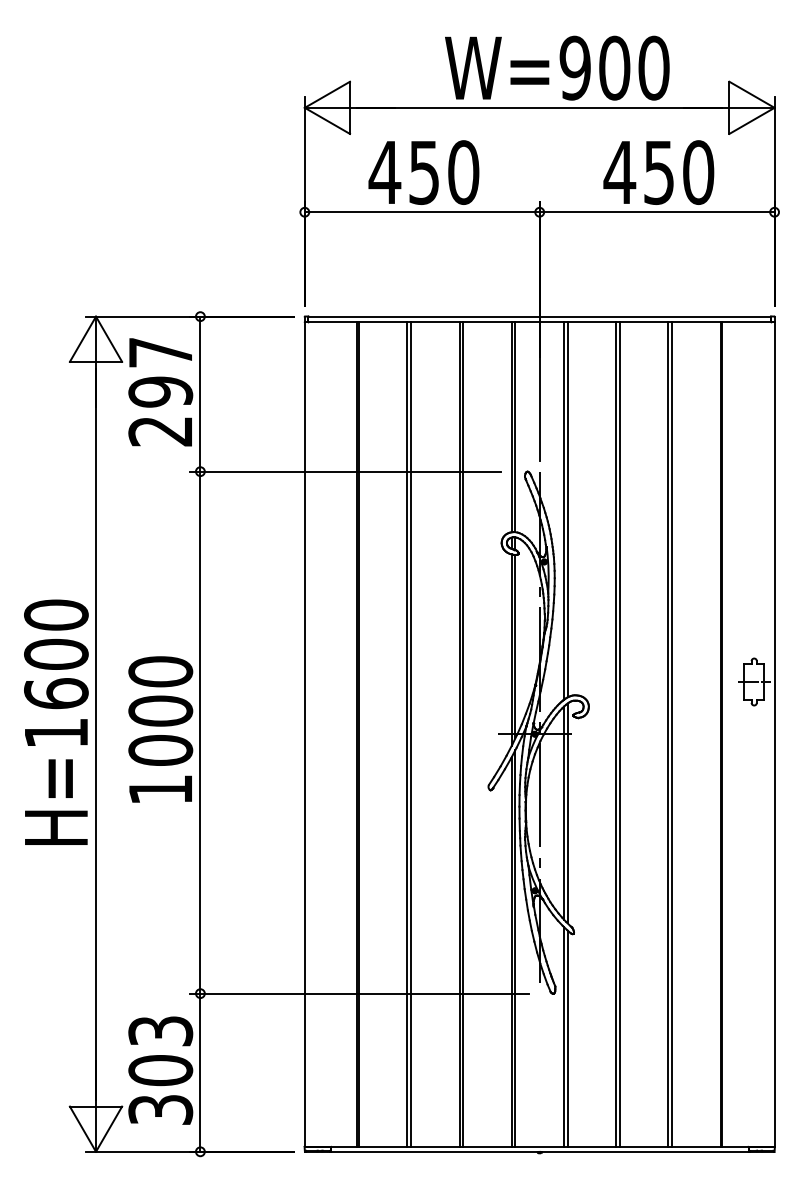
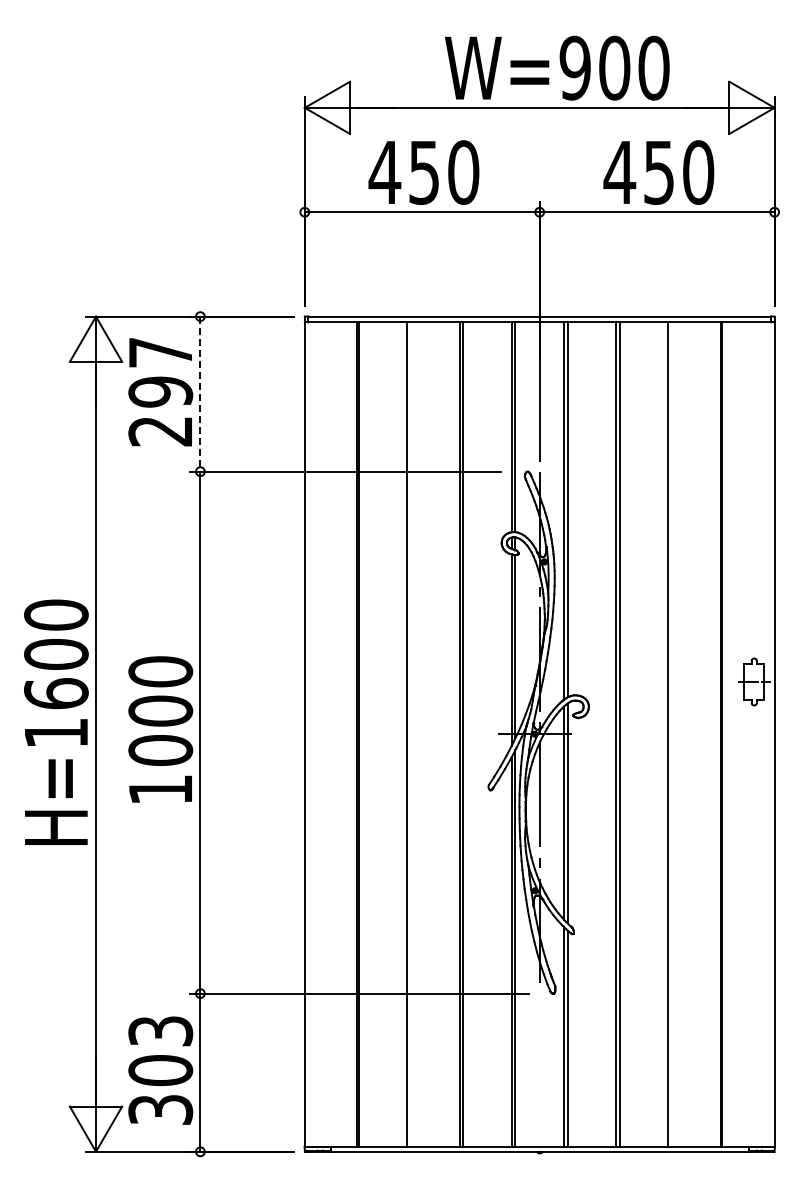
line at (200, 394): solid -> dashed
line at (411, 733): present -> none
line at (672, 733): present -> none
